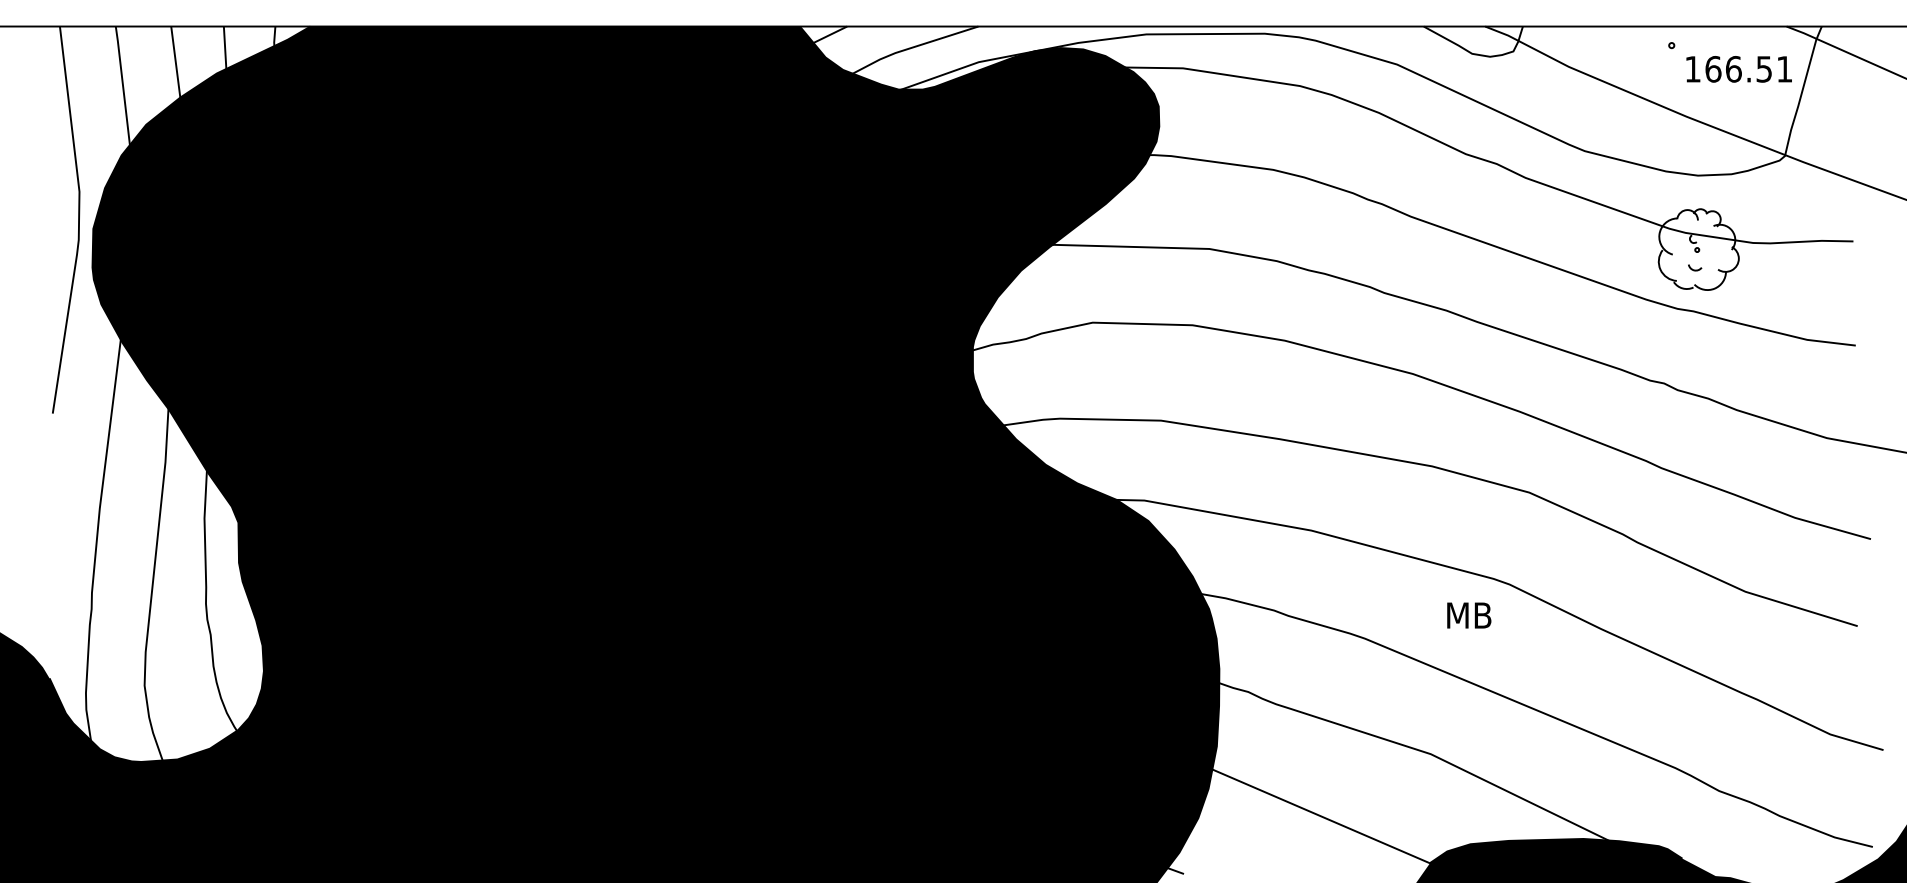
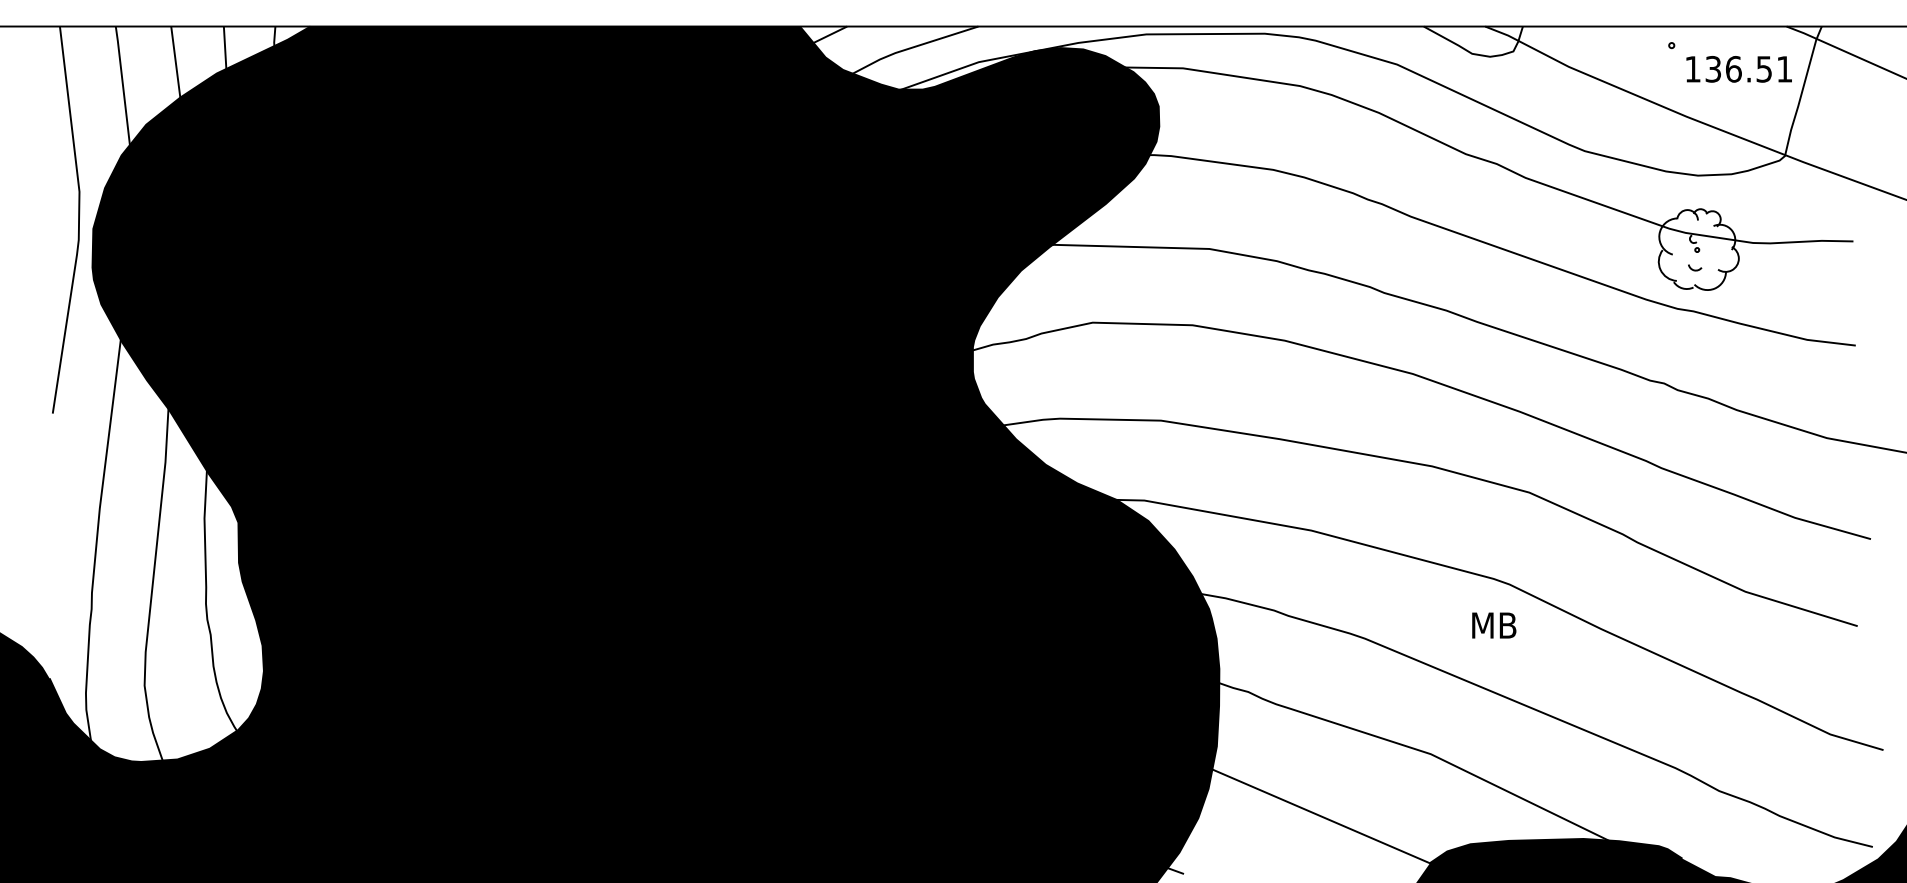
text at (1713, 69): 166.51 -> 136.51
text at (1469, 615) position: (1469, 615) -> (1494, 625)
